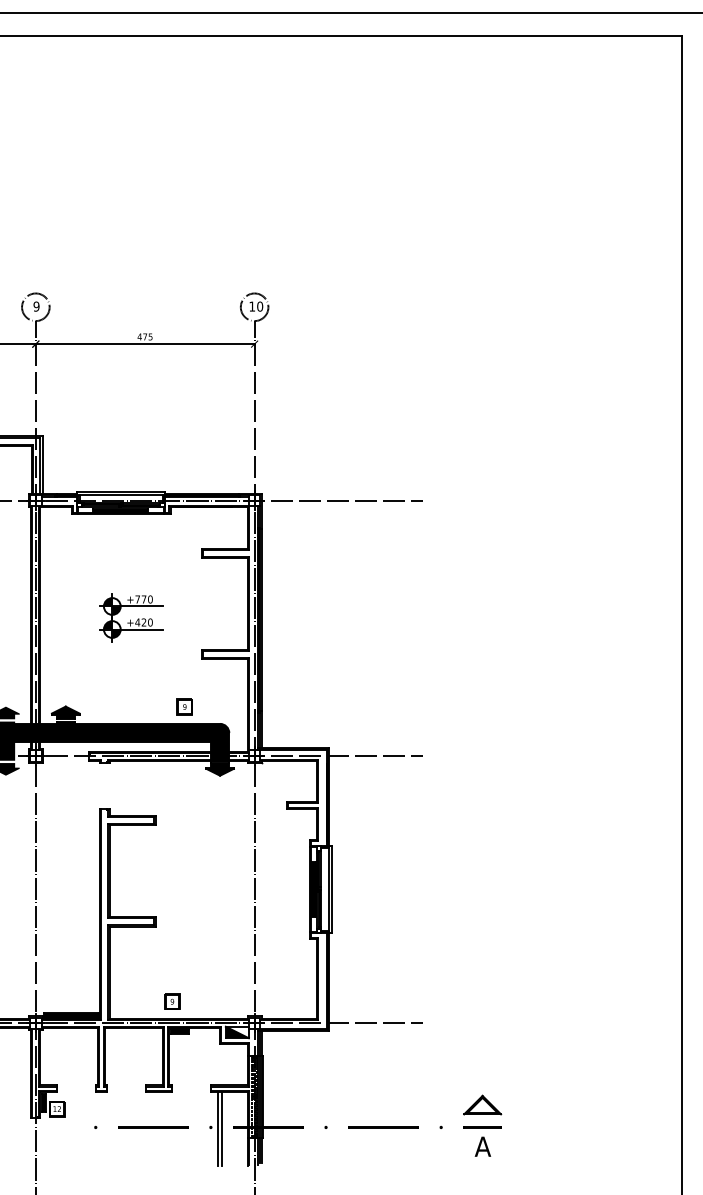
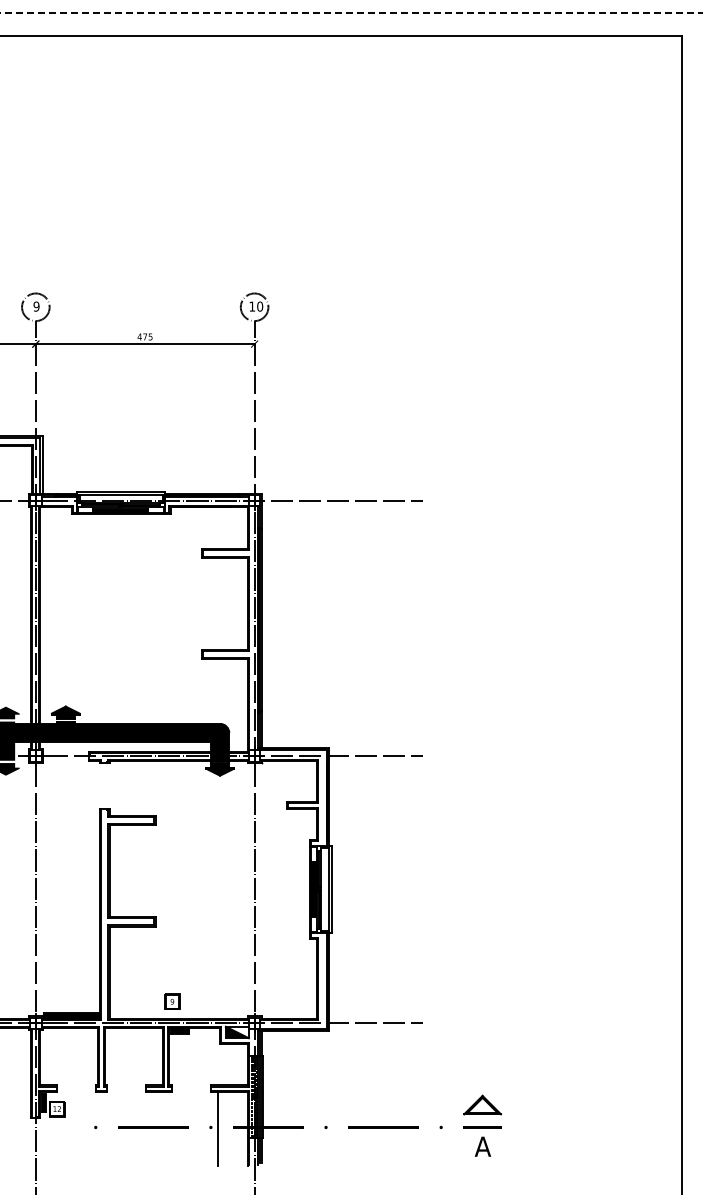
line at (351, 12): solid -> dashed
part at (131, 617): present -> none
part at (184, 706): present -> none
line at (222, 1129): present -> none
